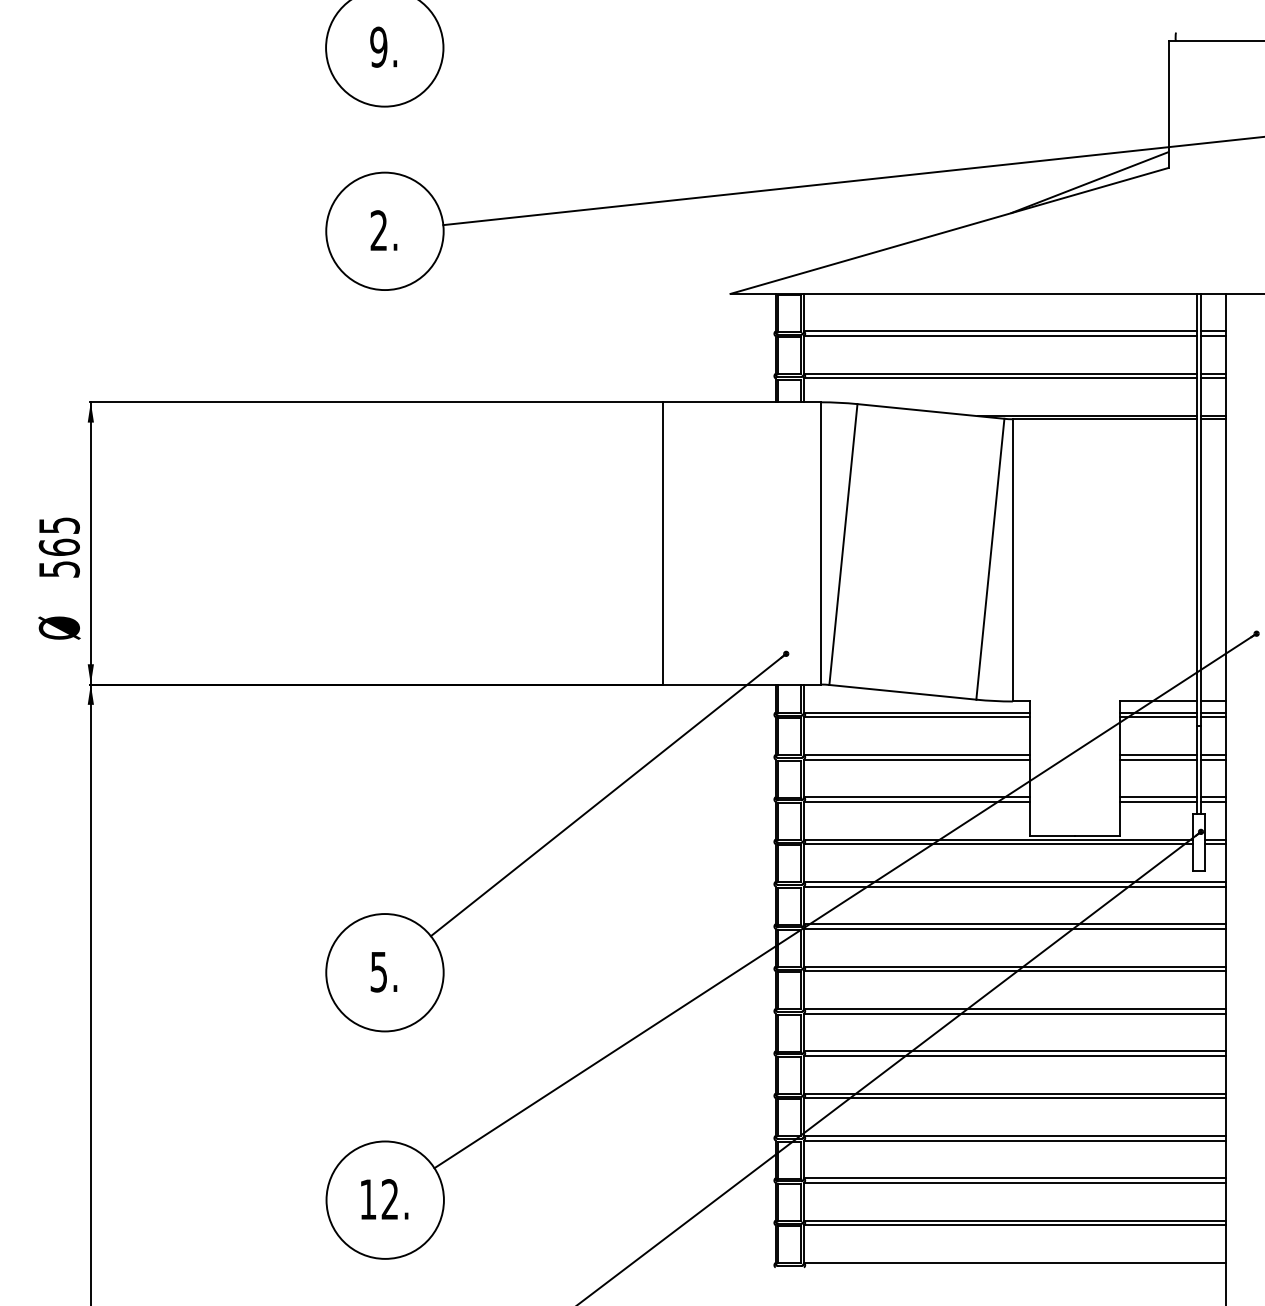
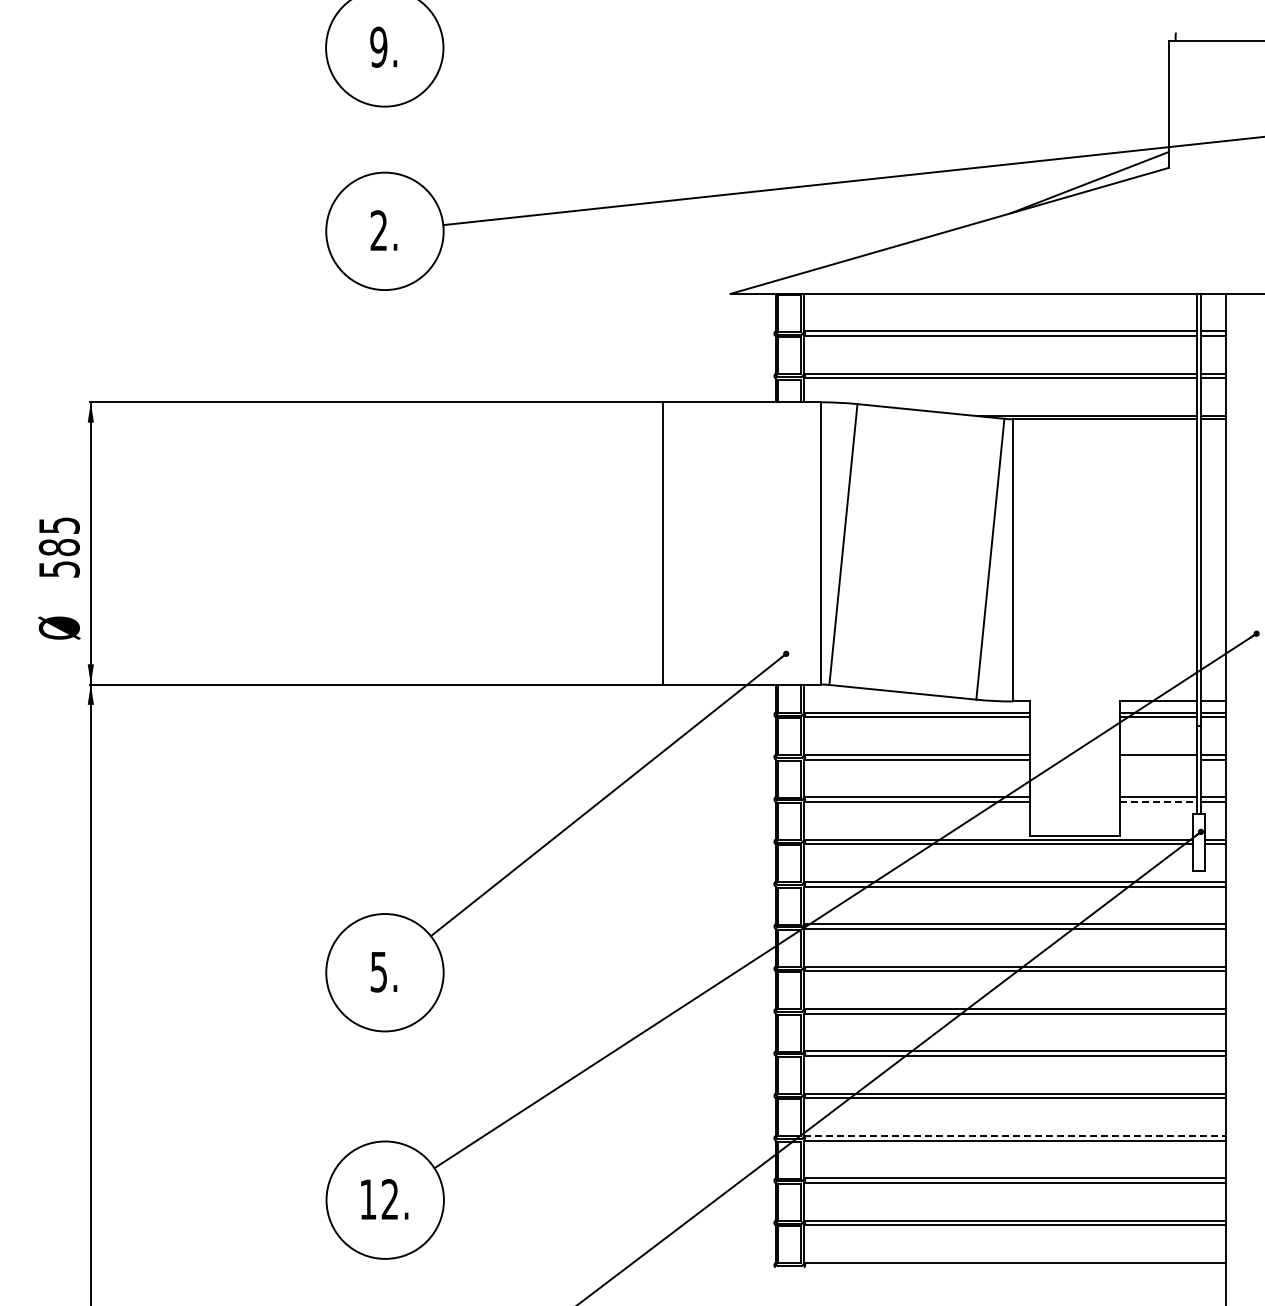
text at (58, 547): 565 -> 585
line at (1158, 759): present -> none
line at (1158, 801): solid -> dashed
line at (1014, 1135): solid -> dashed
